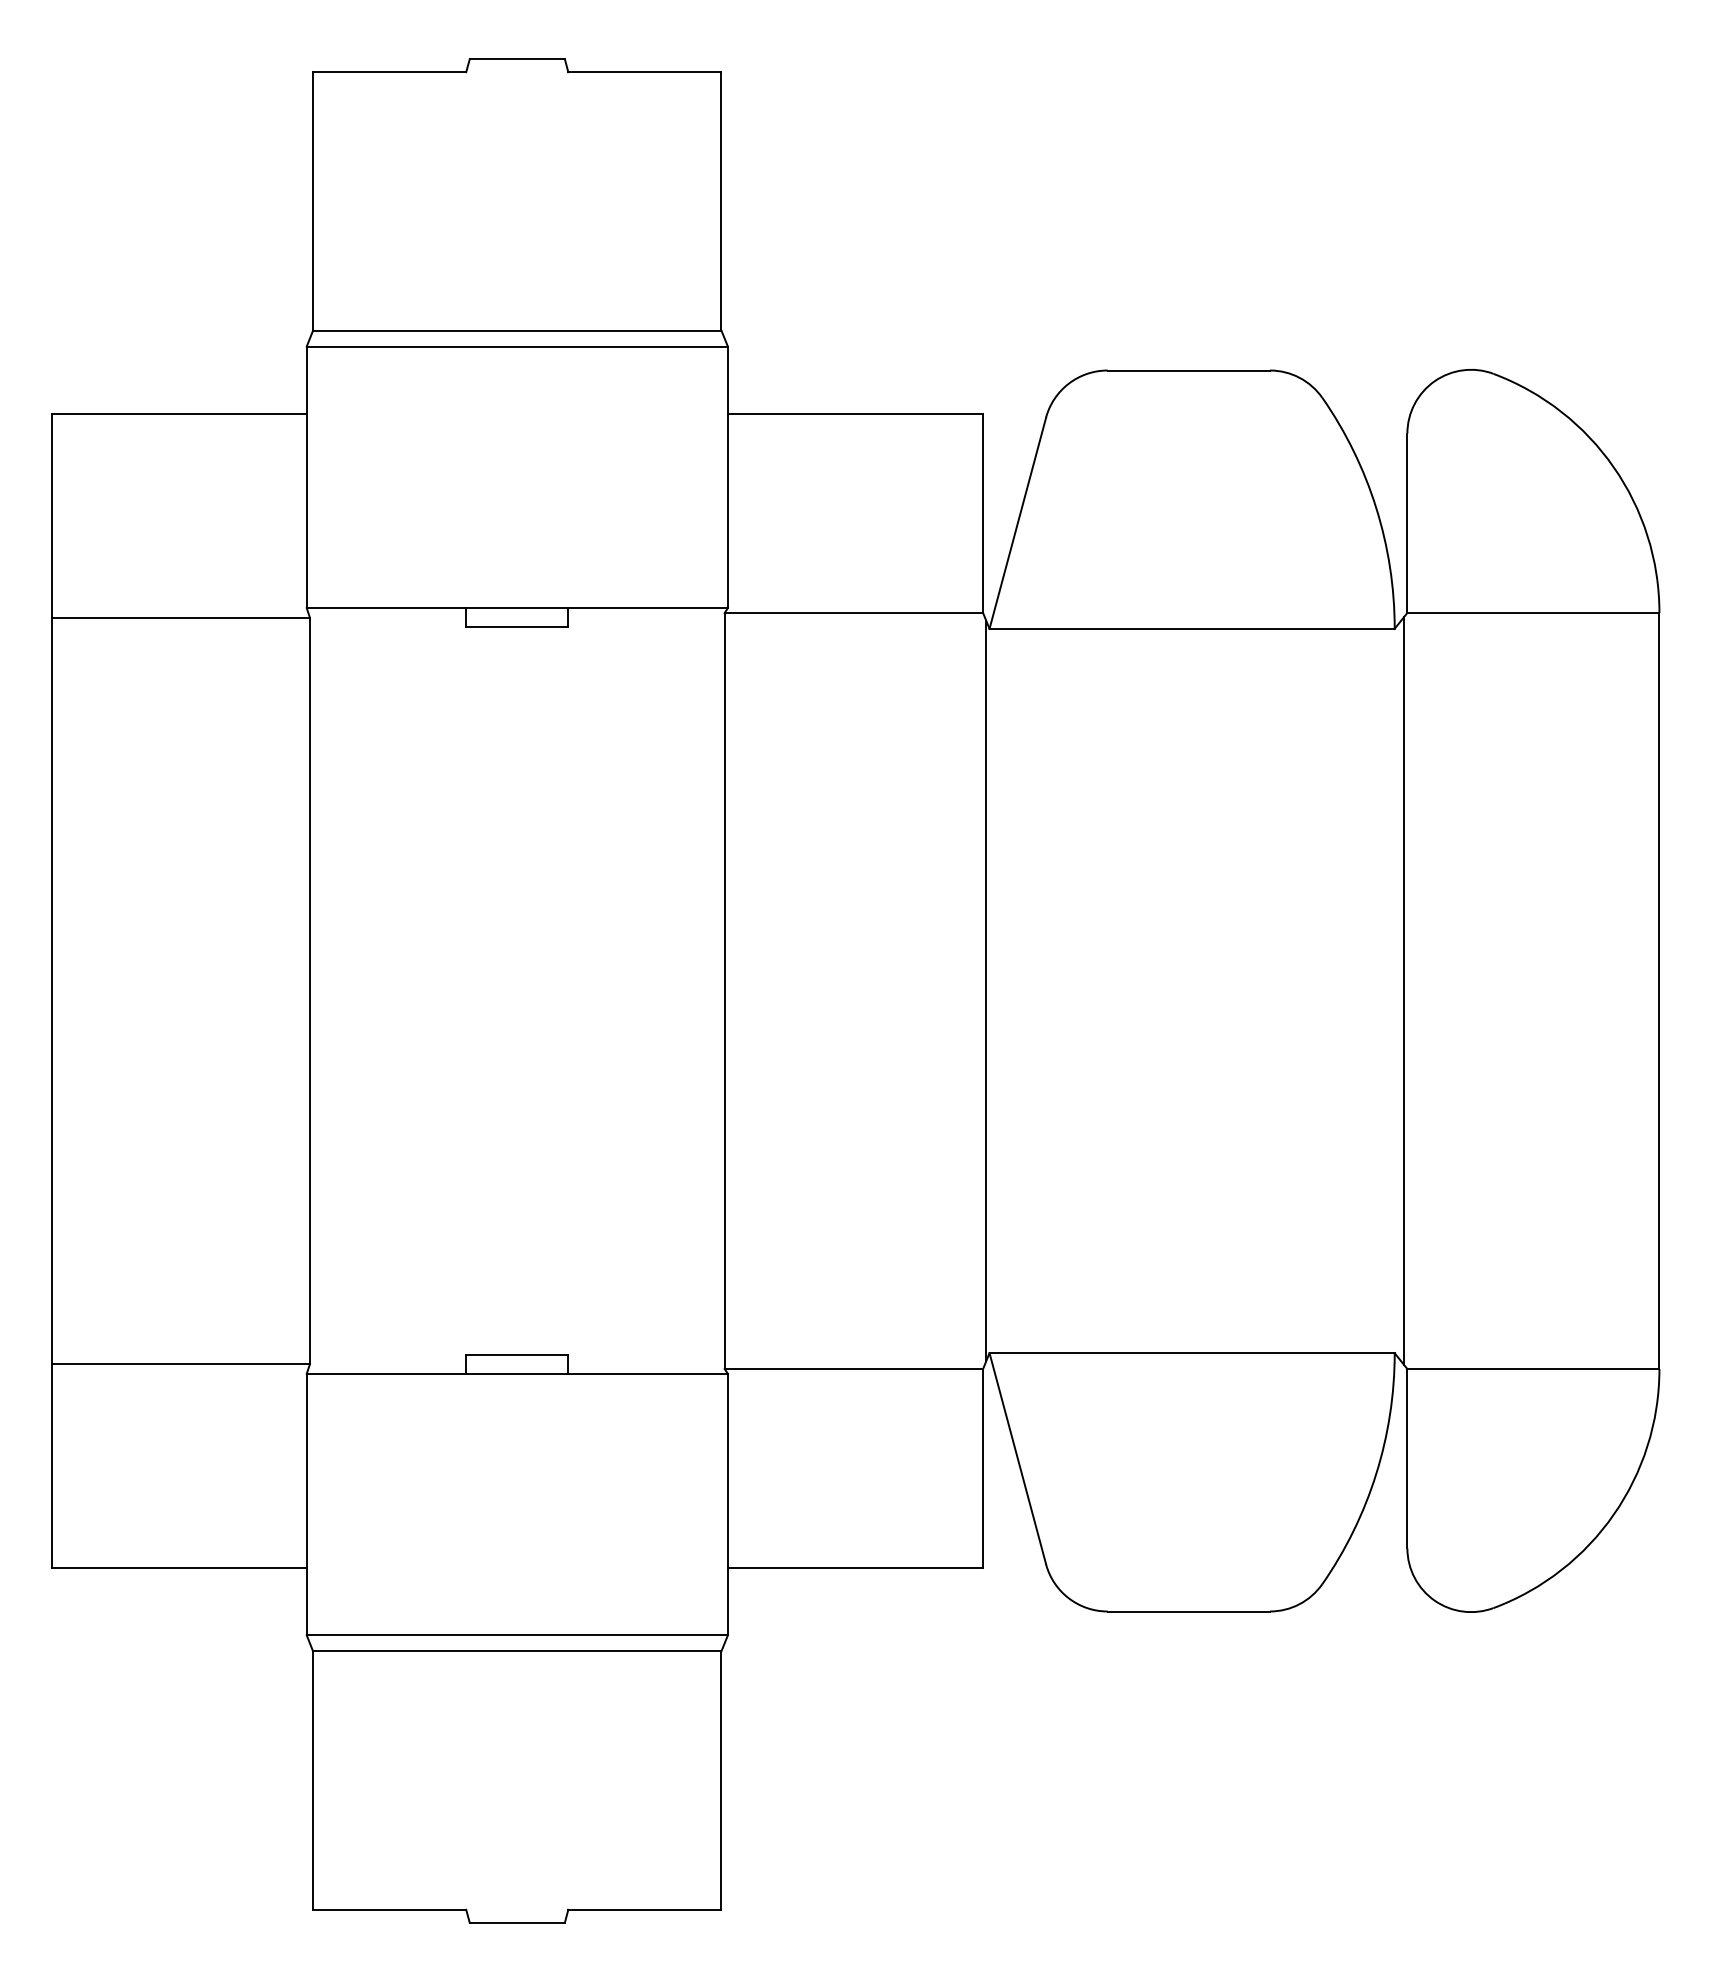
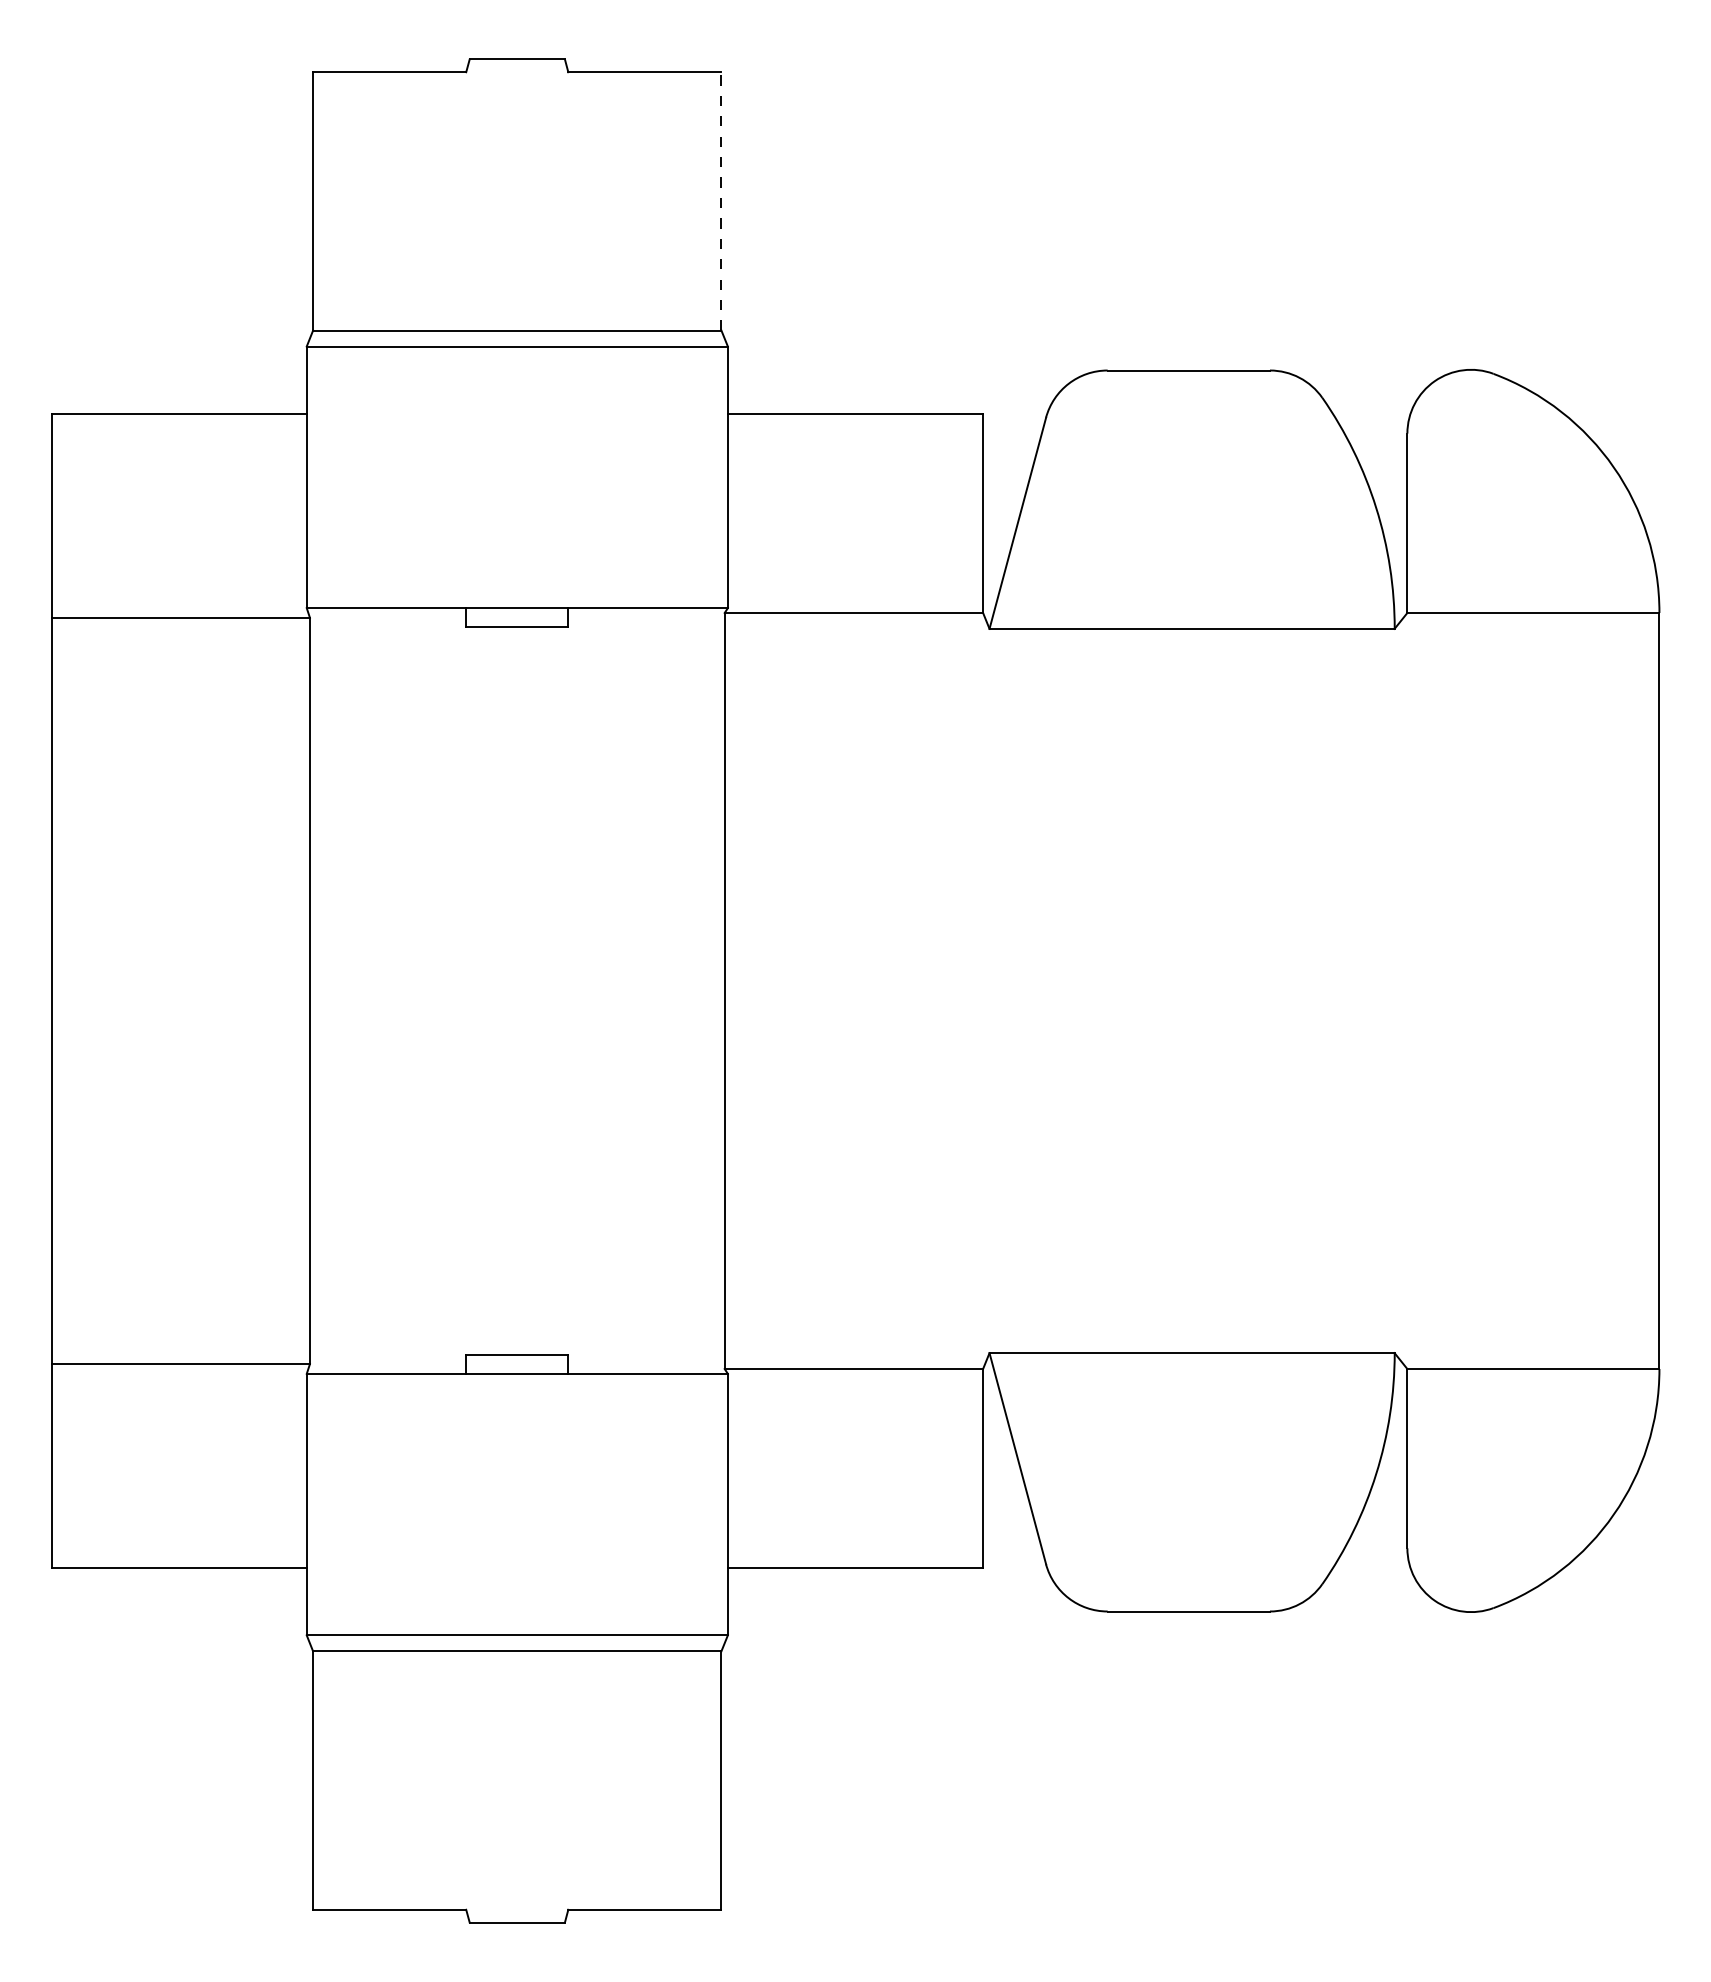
line at (721, 200): solid -> dashed
line at (986, 990): present -> none
line at (1404, 990): present -> none
